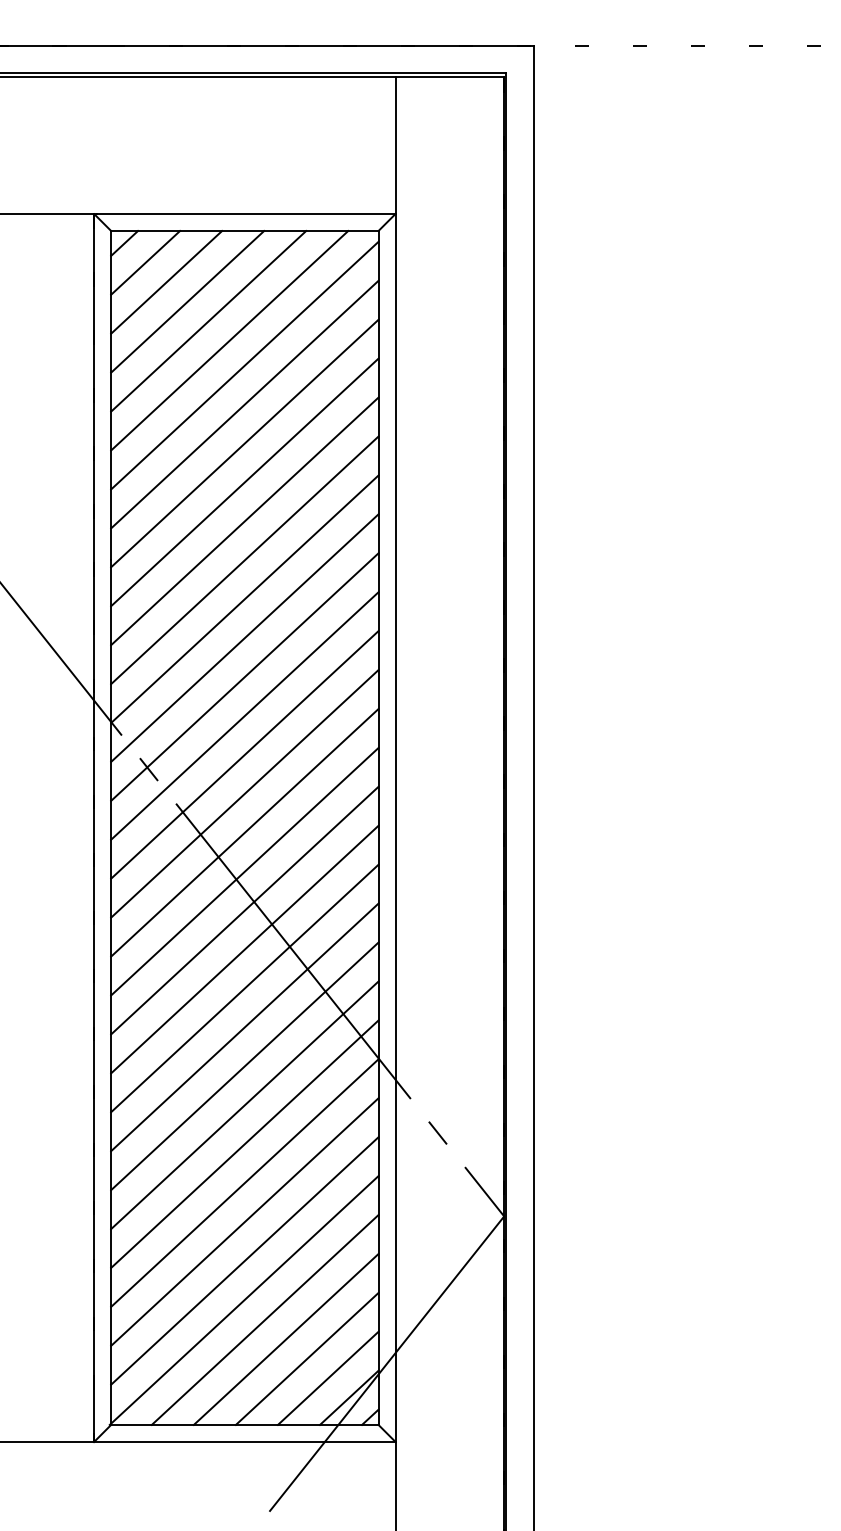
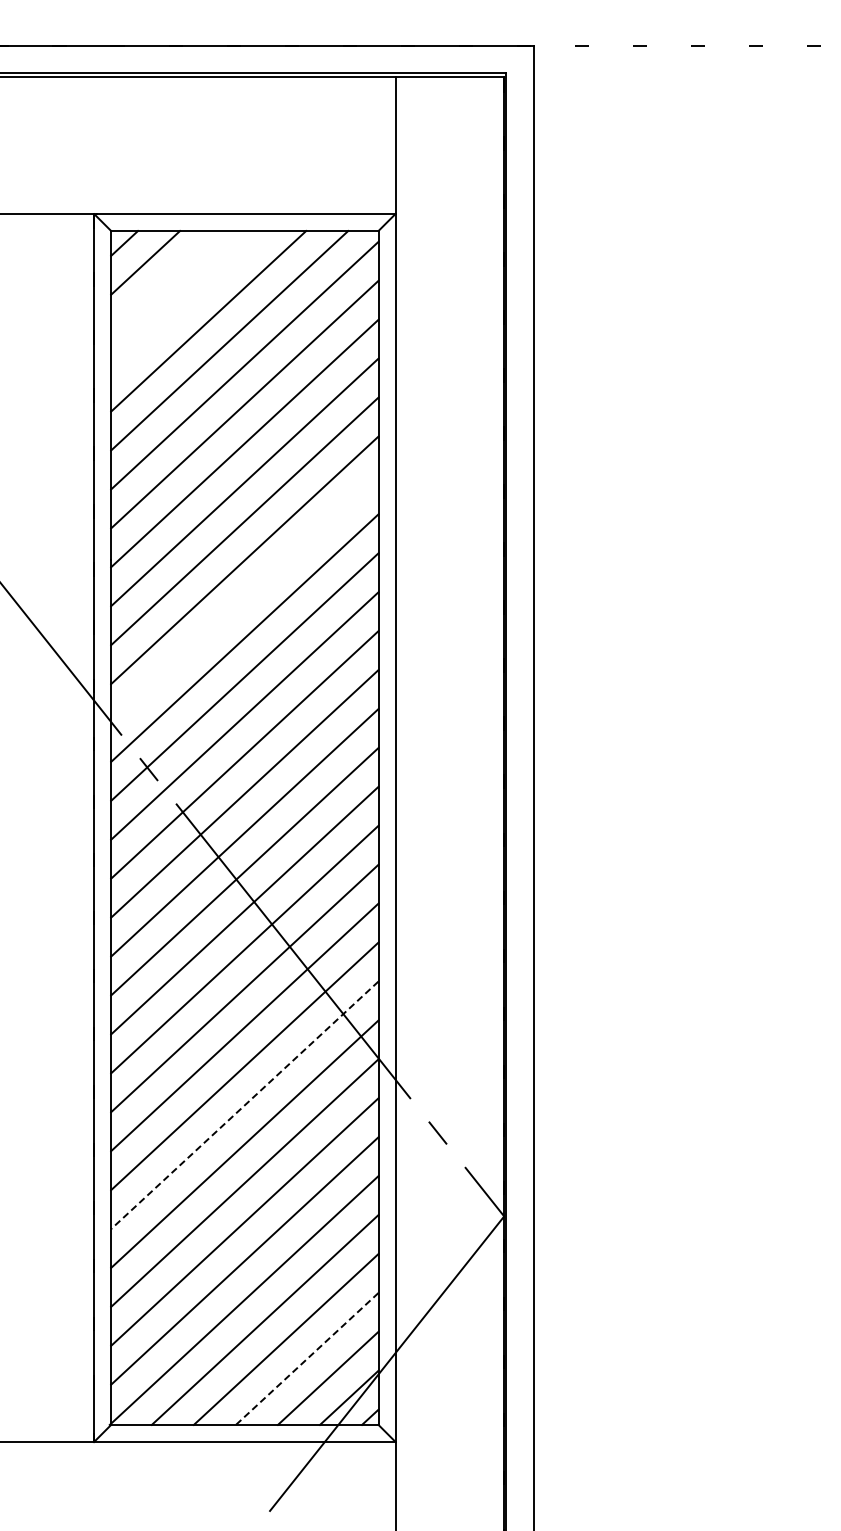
line at (166, 282): present -> none
line at (187, 301): present -> none
line at (244, 598): present -> none
line at (244, 1105): solid -> dashed
line at (306, 1359): solid -> dashed
